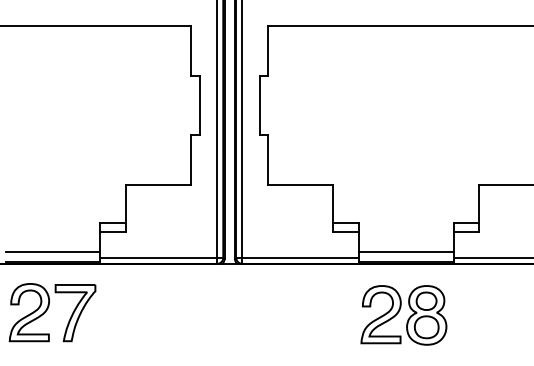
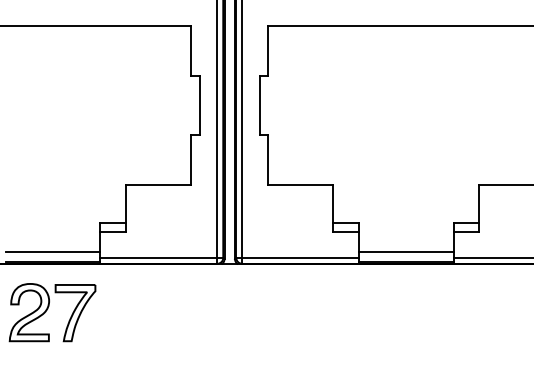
part at (403, 315): present -> none
